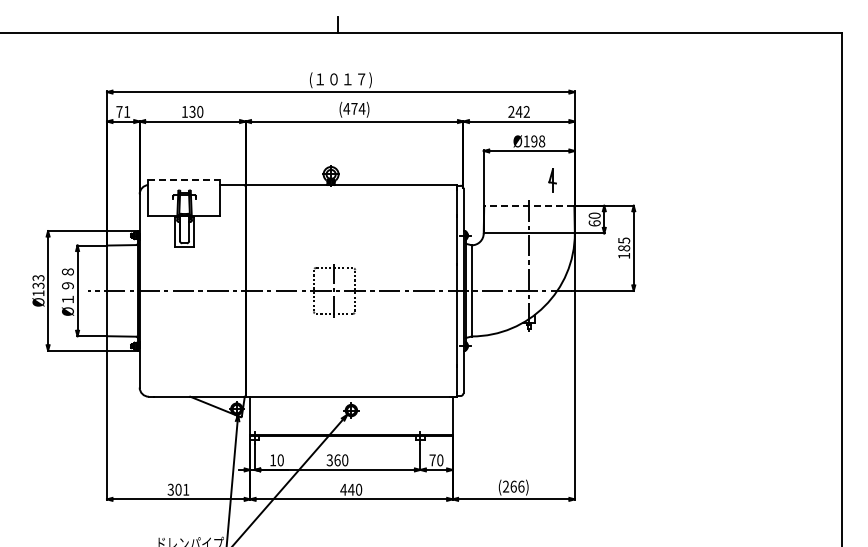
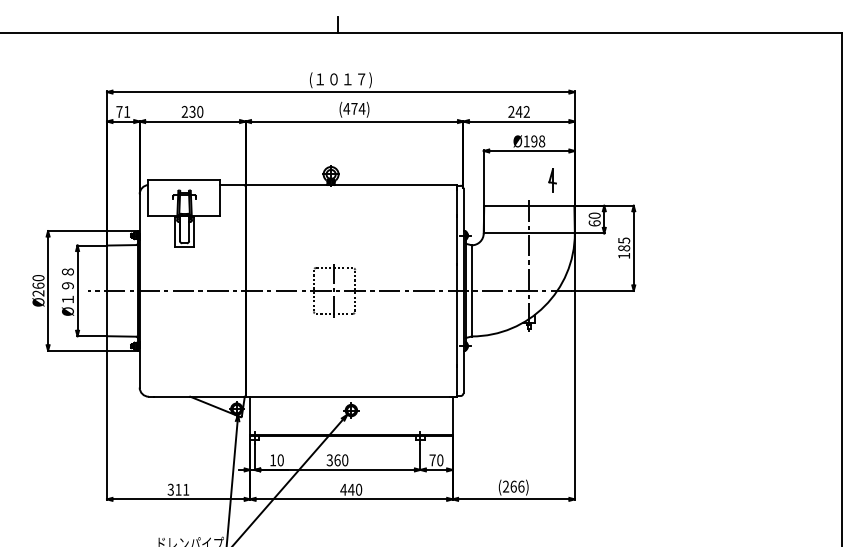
text at (184, 111): 130 -> 230
line at (184, 180): dashed -> solid
line at (529, 205): dashed -> solid
text at (38, 285): Ø133 -> Ø260
text at (178, 489): 301 -> 311
